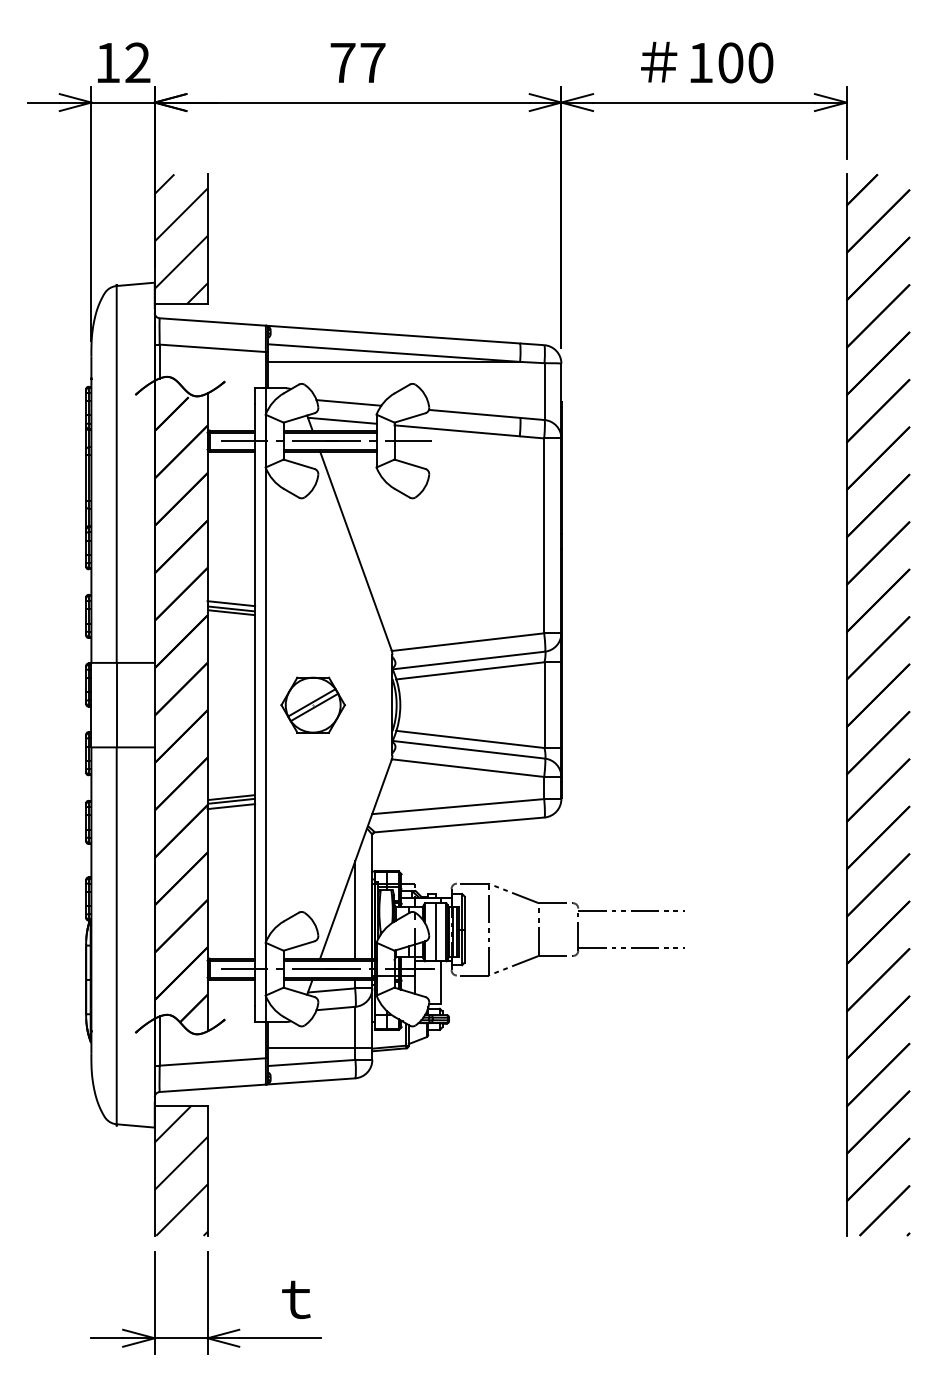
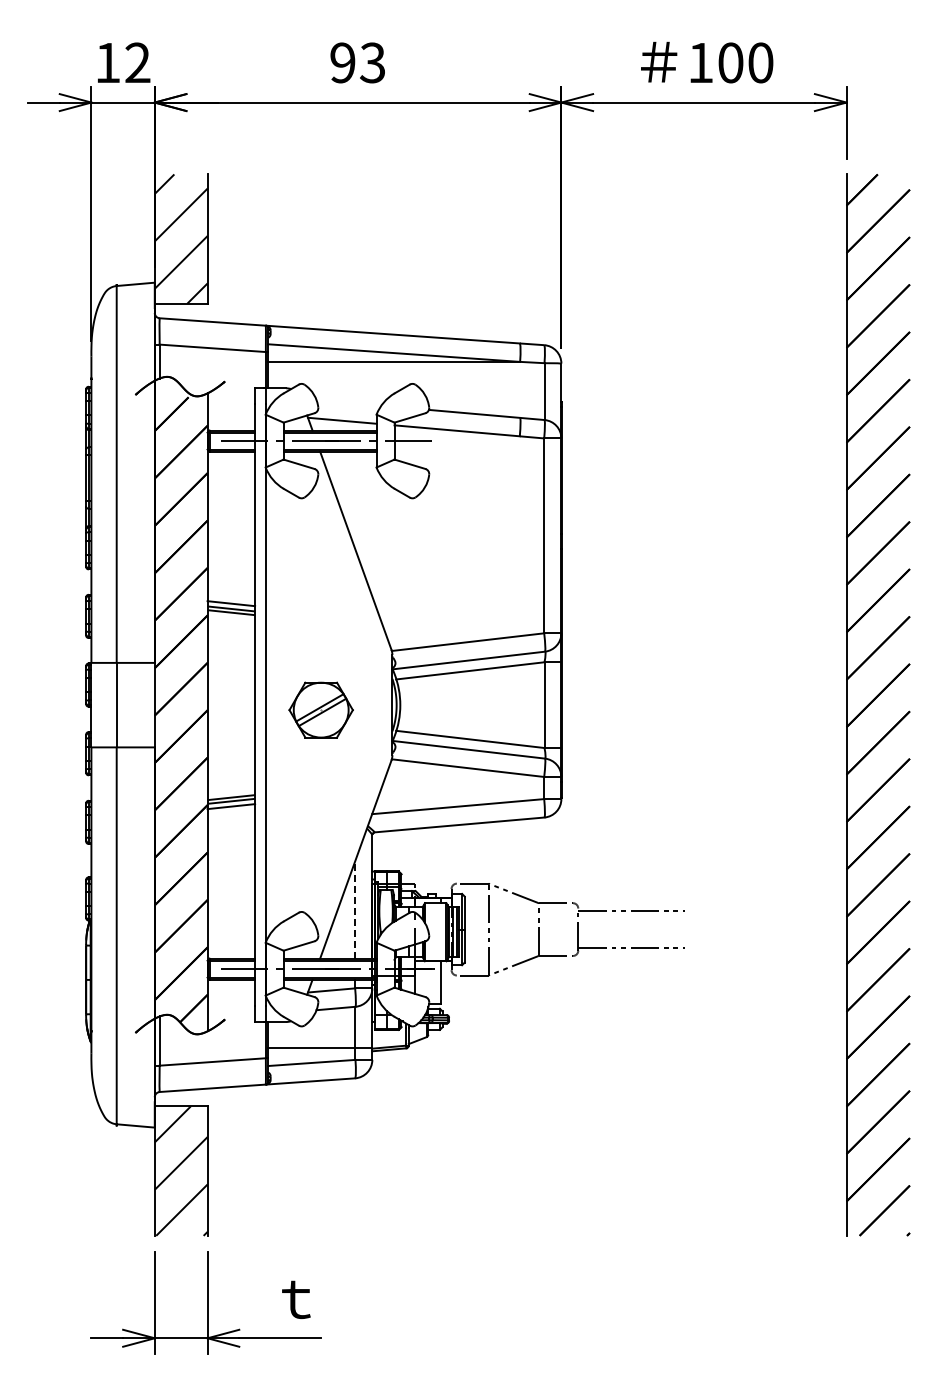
text at (357, 62): 77 -> 93
line at (348, 402): present -> none
part at (312, 704) position: (312, 704) -> (320, 709)
line at (355, 910): solid -> dashed
line at (435, 932): present -> none
